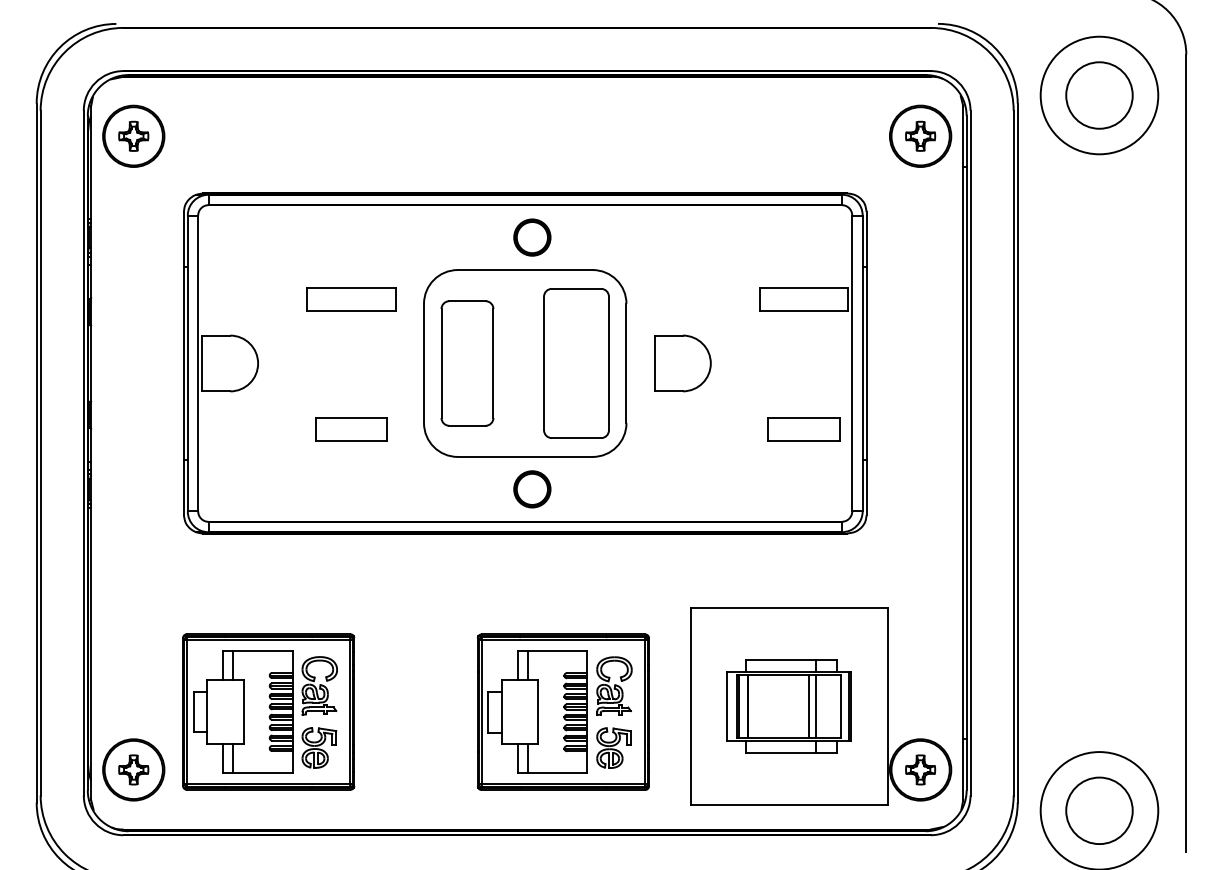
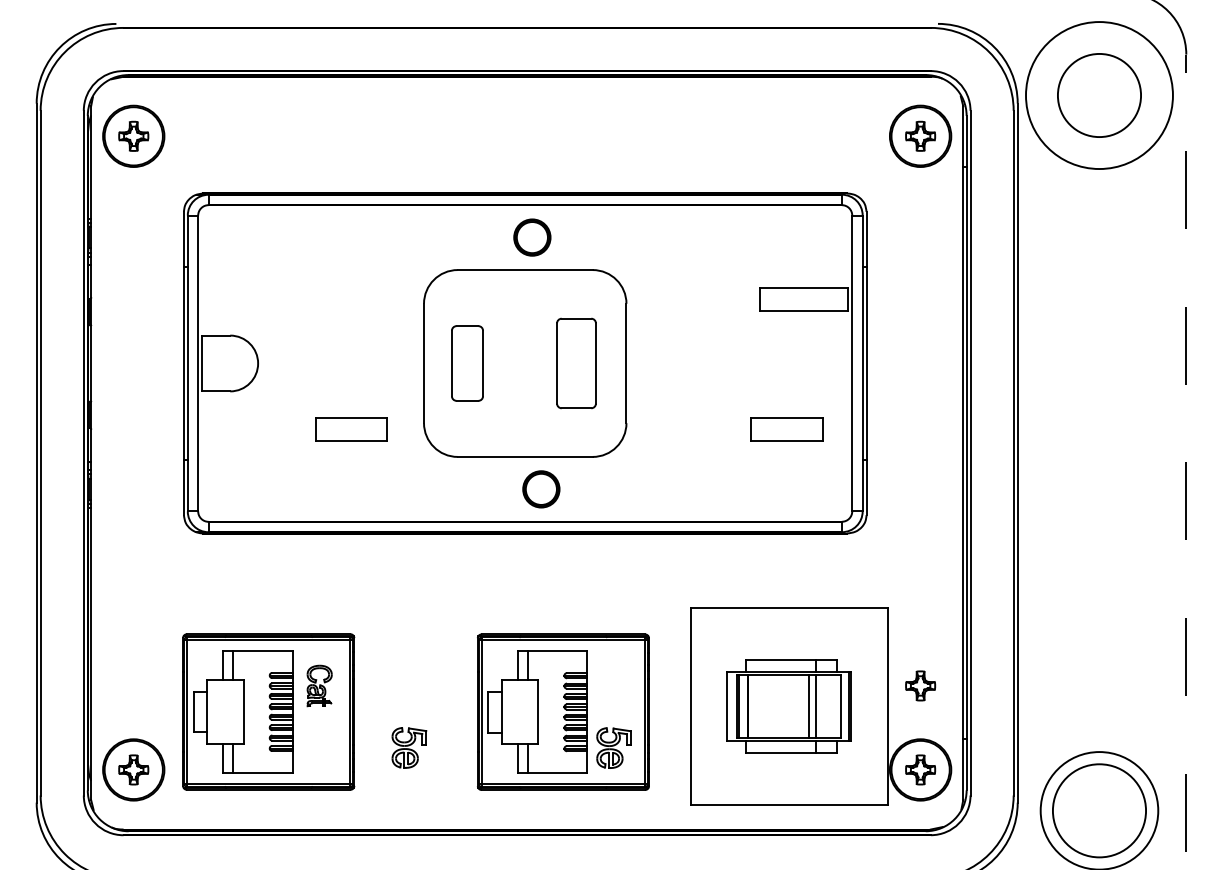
circle at (1099, 95) diameter: 118 px -> 147 px
circle at (1099, 95) diameter: 67 px -> 83 px
part at (351, 299): present -> none
part at (467, 363) size: 55x127 px -> 33x77 px
part at (576, 363) size: 67x151 px -> 41x93 px
part at (682, 363): present -> none
part at (803, 429) position: (803, 429) -> (786, 429)
line at (1186, 453): solid -> dashed
part at (532, 489) position: (532, 489) -> (541, 489)
part at (319, 685) size: 37x60 px -> 27x44 px
part at (614, 685): present -> none
part at (920, 685): none -> present
part at (319, 747) position: (319, 747) -> (409, 747)
circle at (1099, 810) diameter: 67 px -> 93 px
